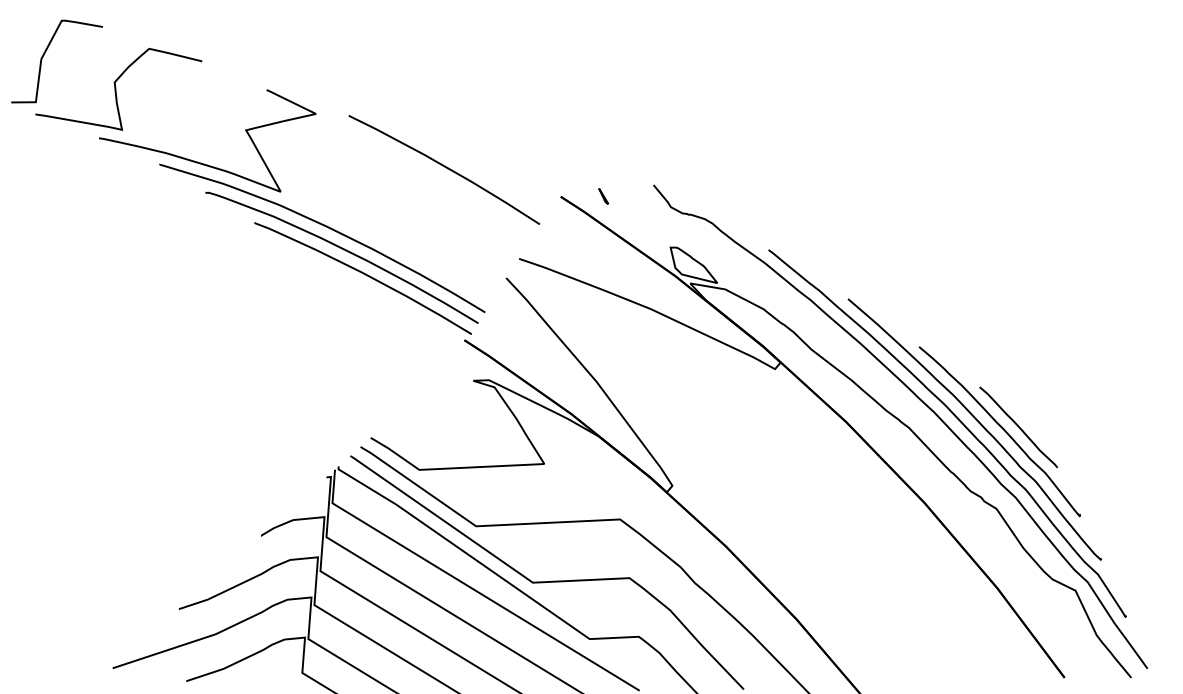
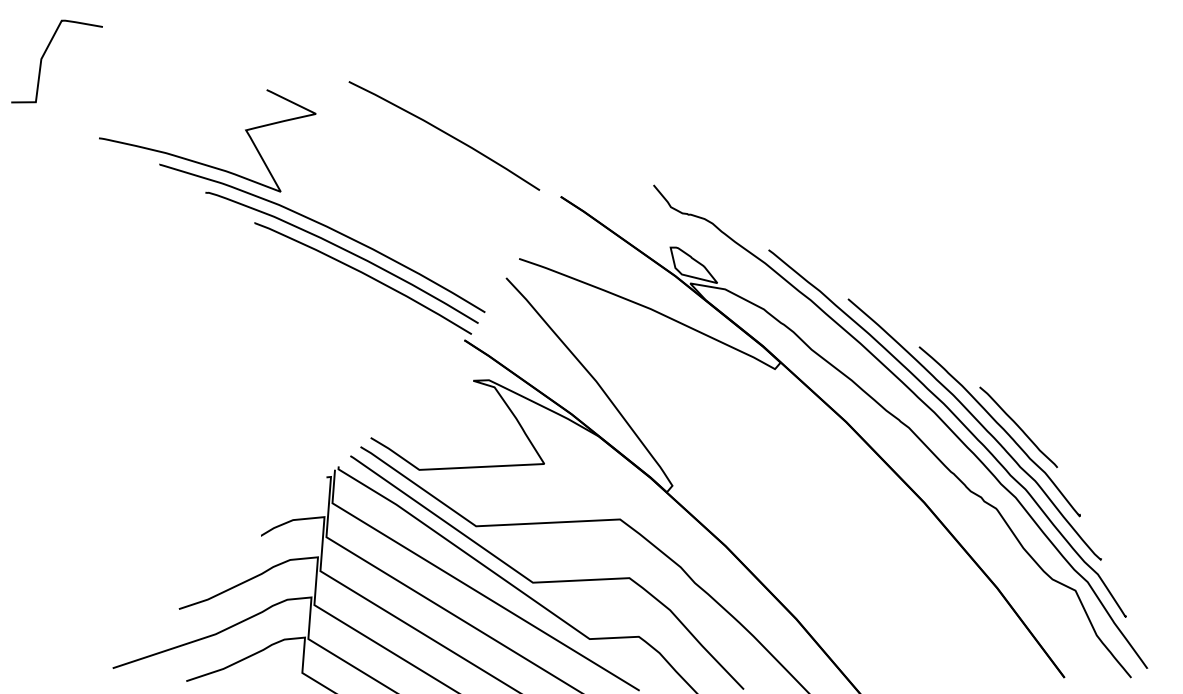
curve at (116, 88): present -> none
curve at (444, 167) position: (444, 167) -> (444, 133)
line at (603, 196): present -> none
